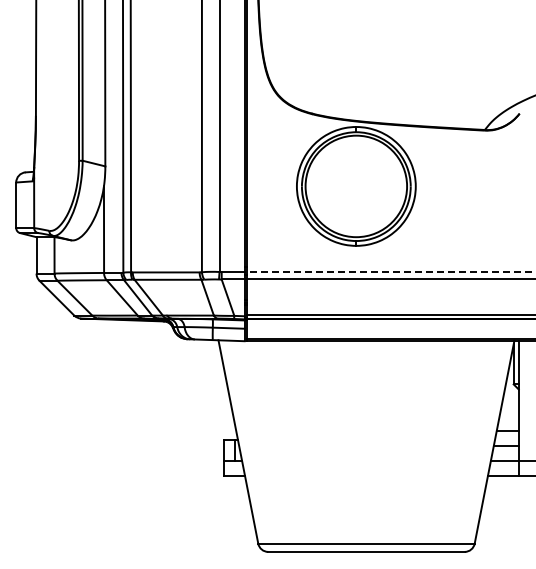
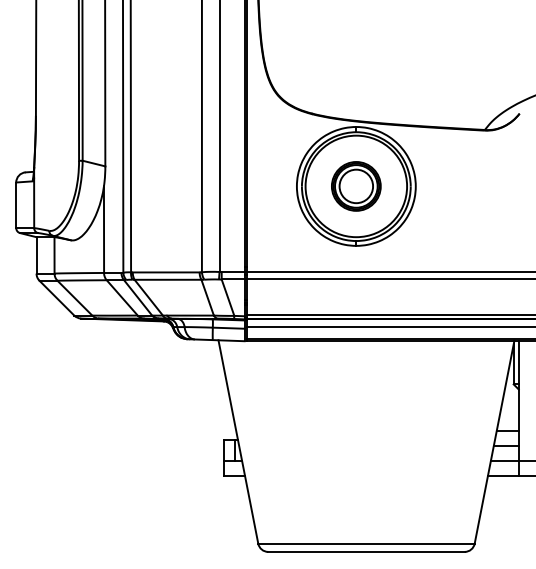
part at (356, 186): none -> present
line at (390, 272): dashed -> solid
line at (389, 327): none -> present
